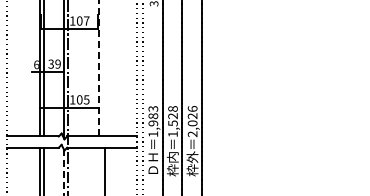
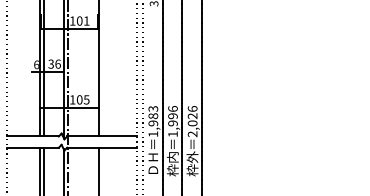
text at (86, 20): 107 -> 101
text at (57, 63): 39 -> 36
line at (99, 67): dashed -> solid
text at (172, 116): 1,528 -> 1,996
line at (105, 169) position: (105, 169) -> (99, 169)
line at (63, 172): dashed -> solid
